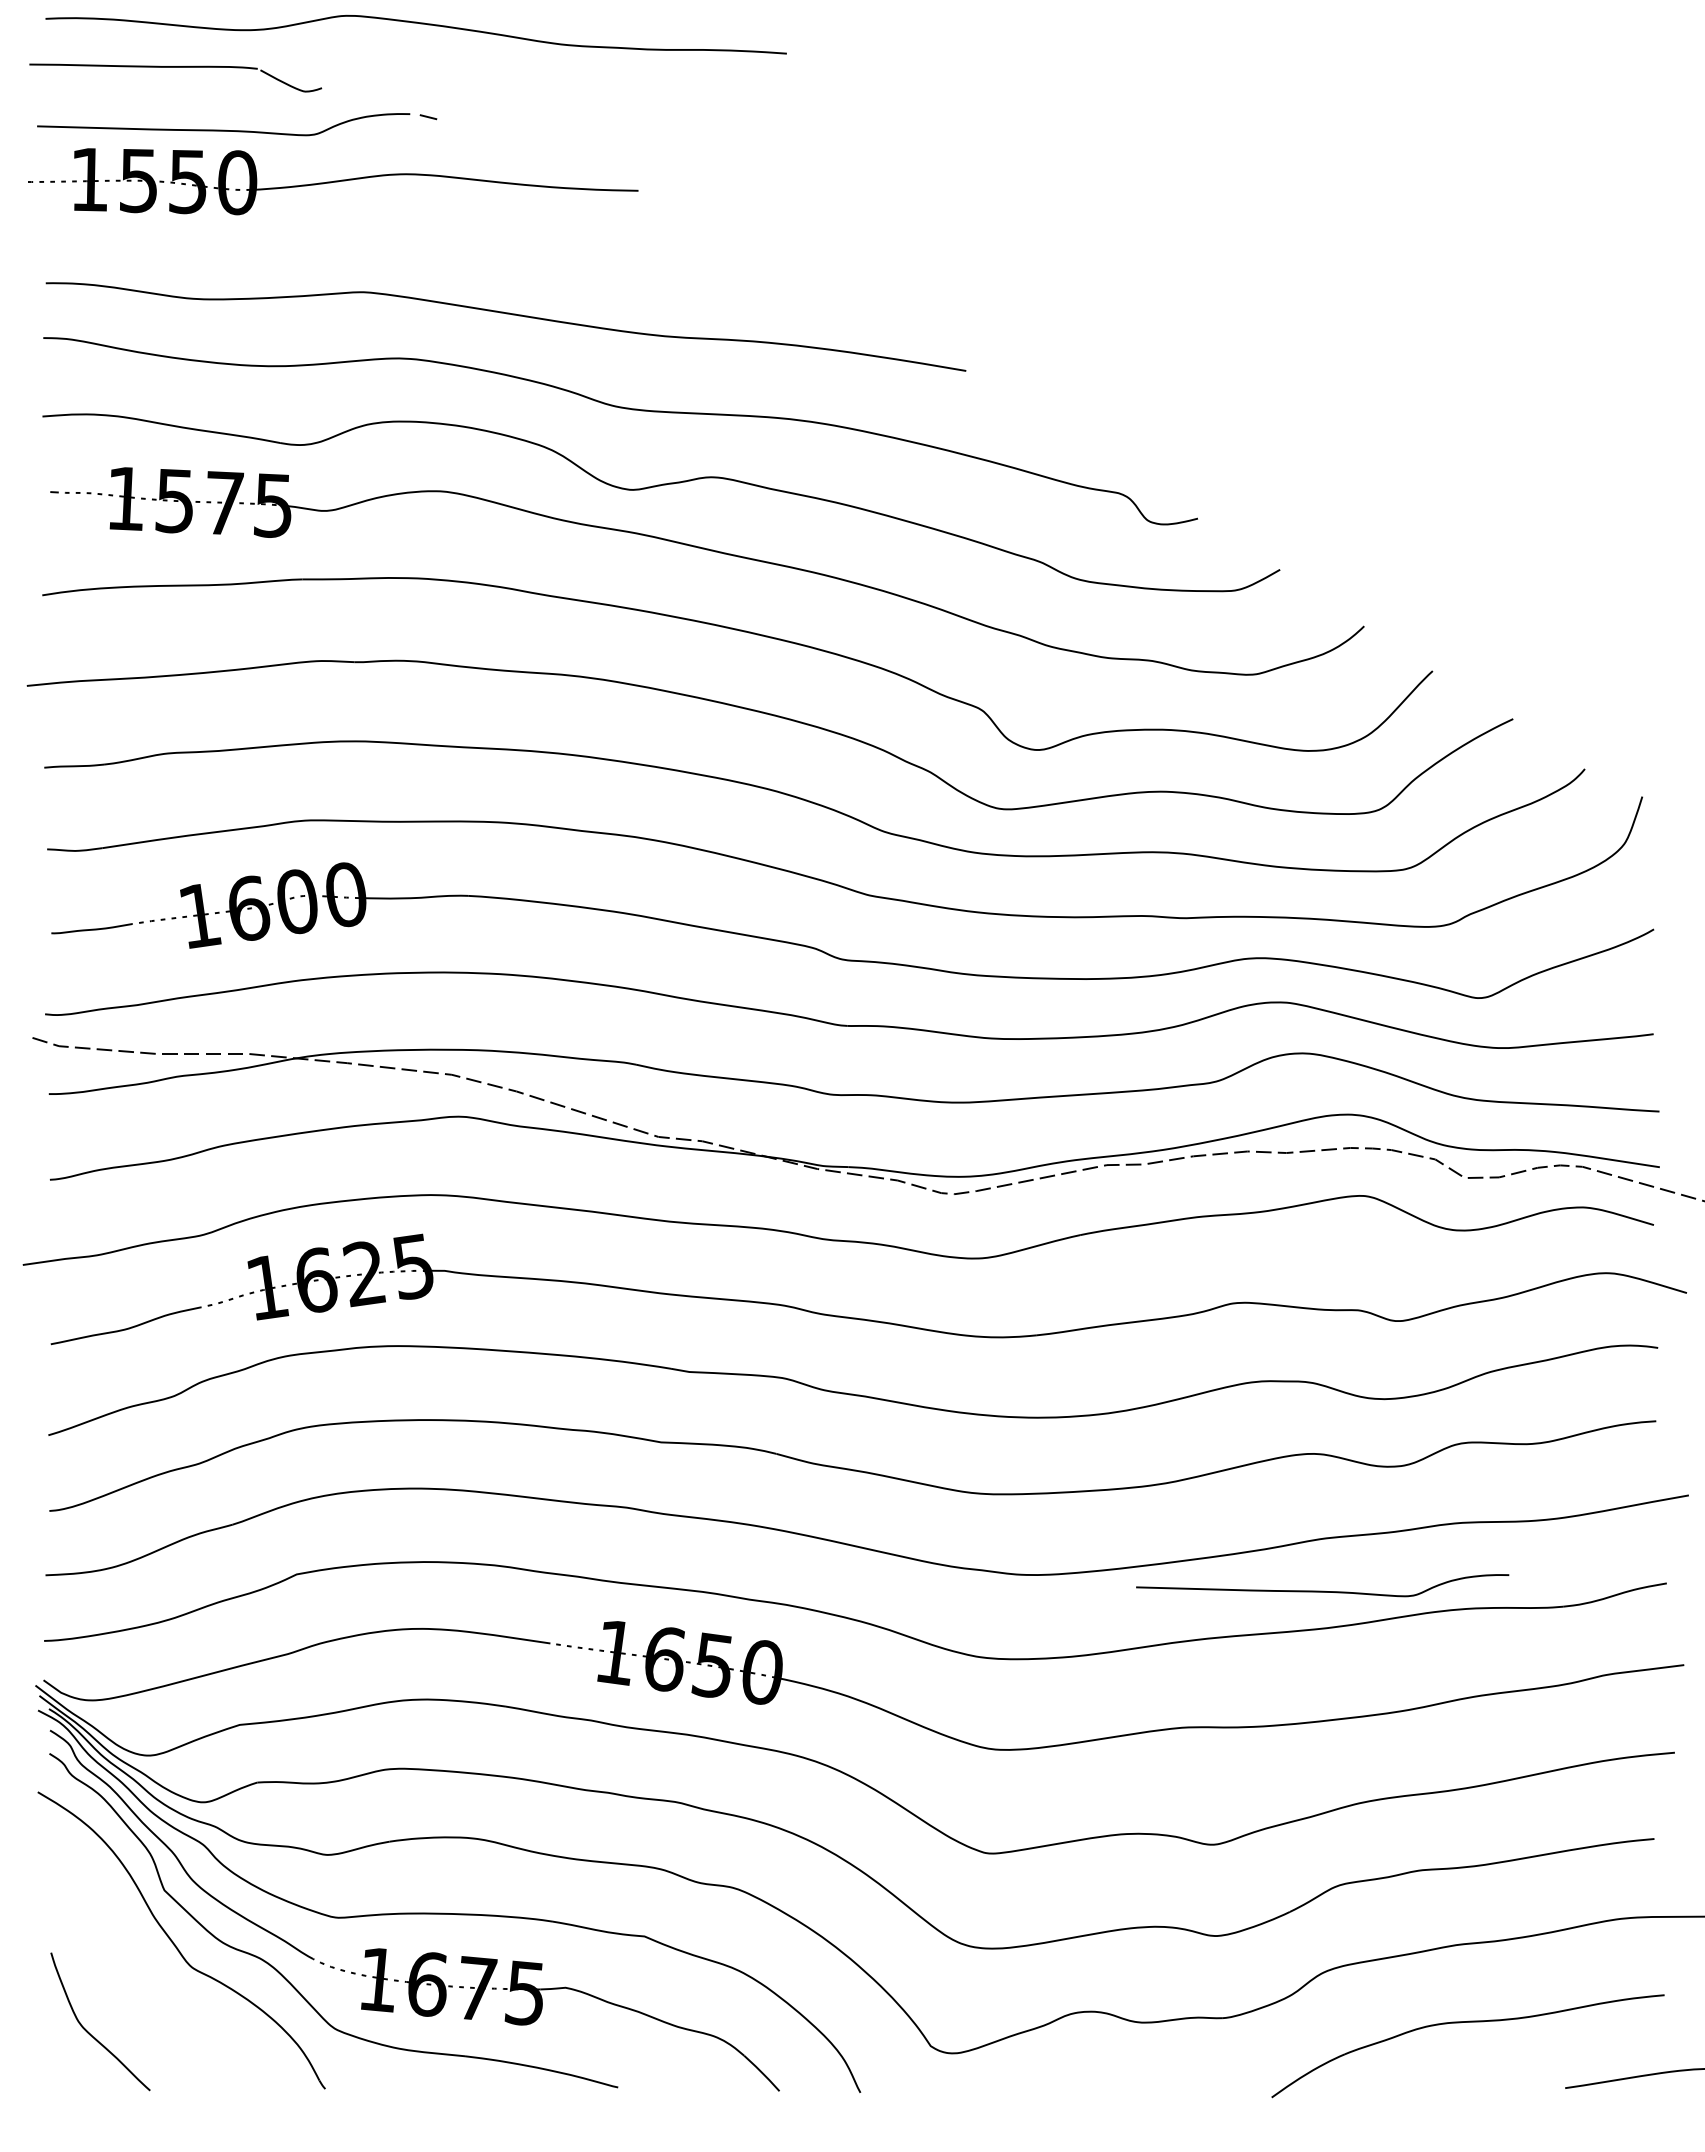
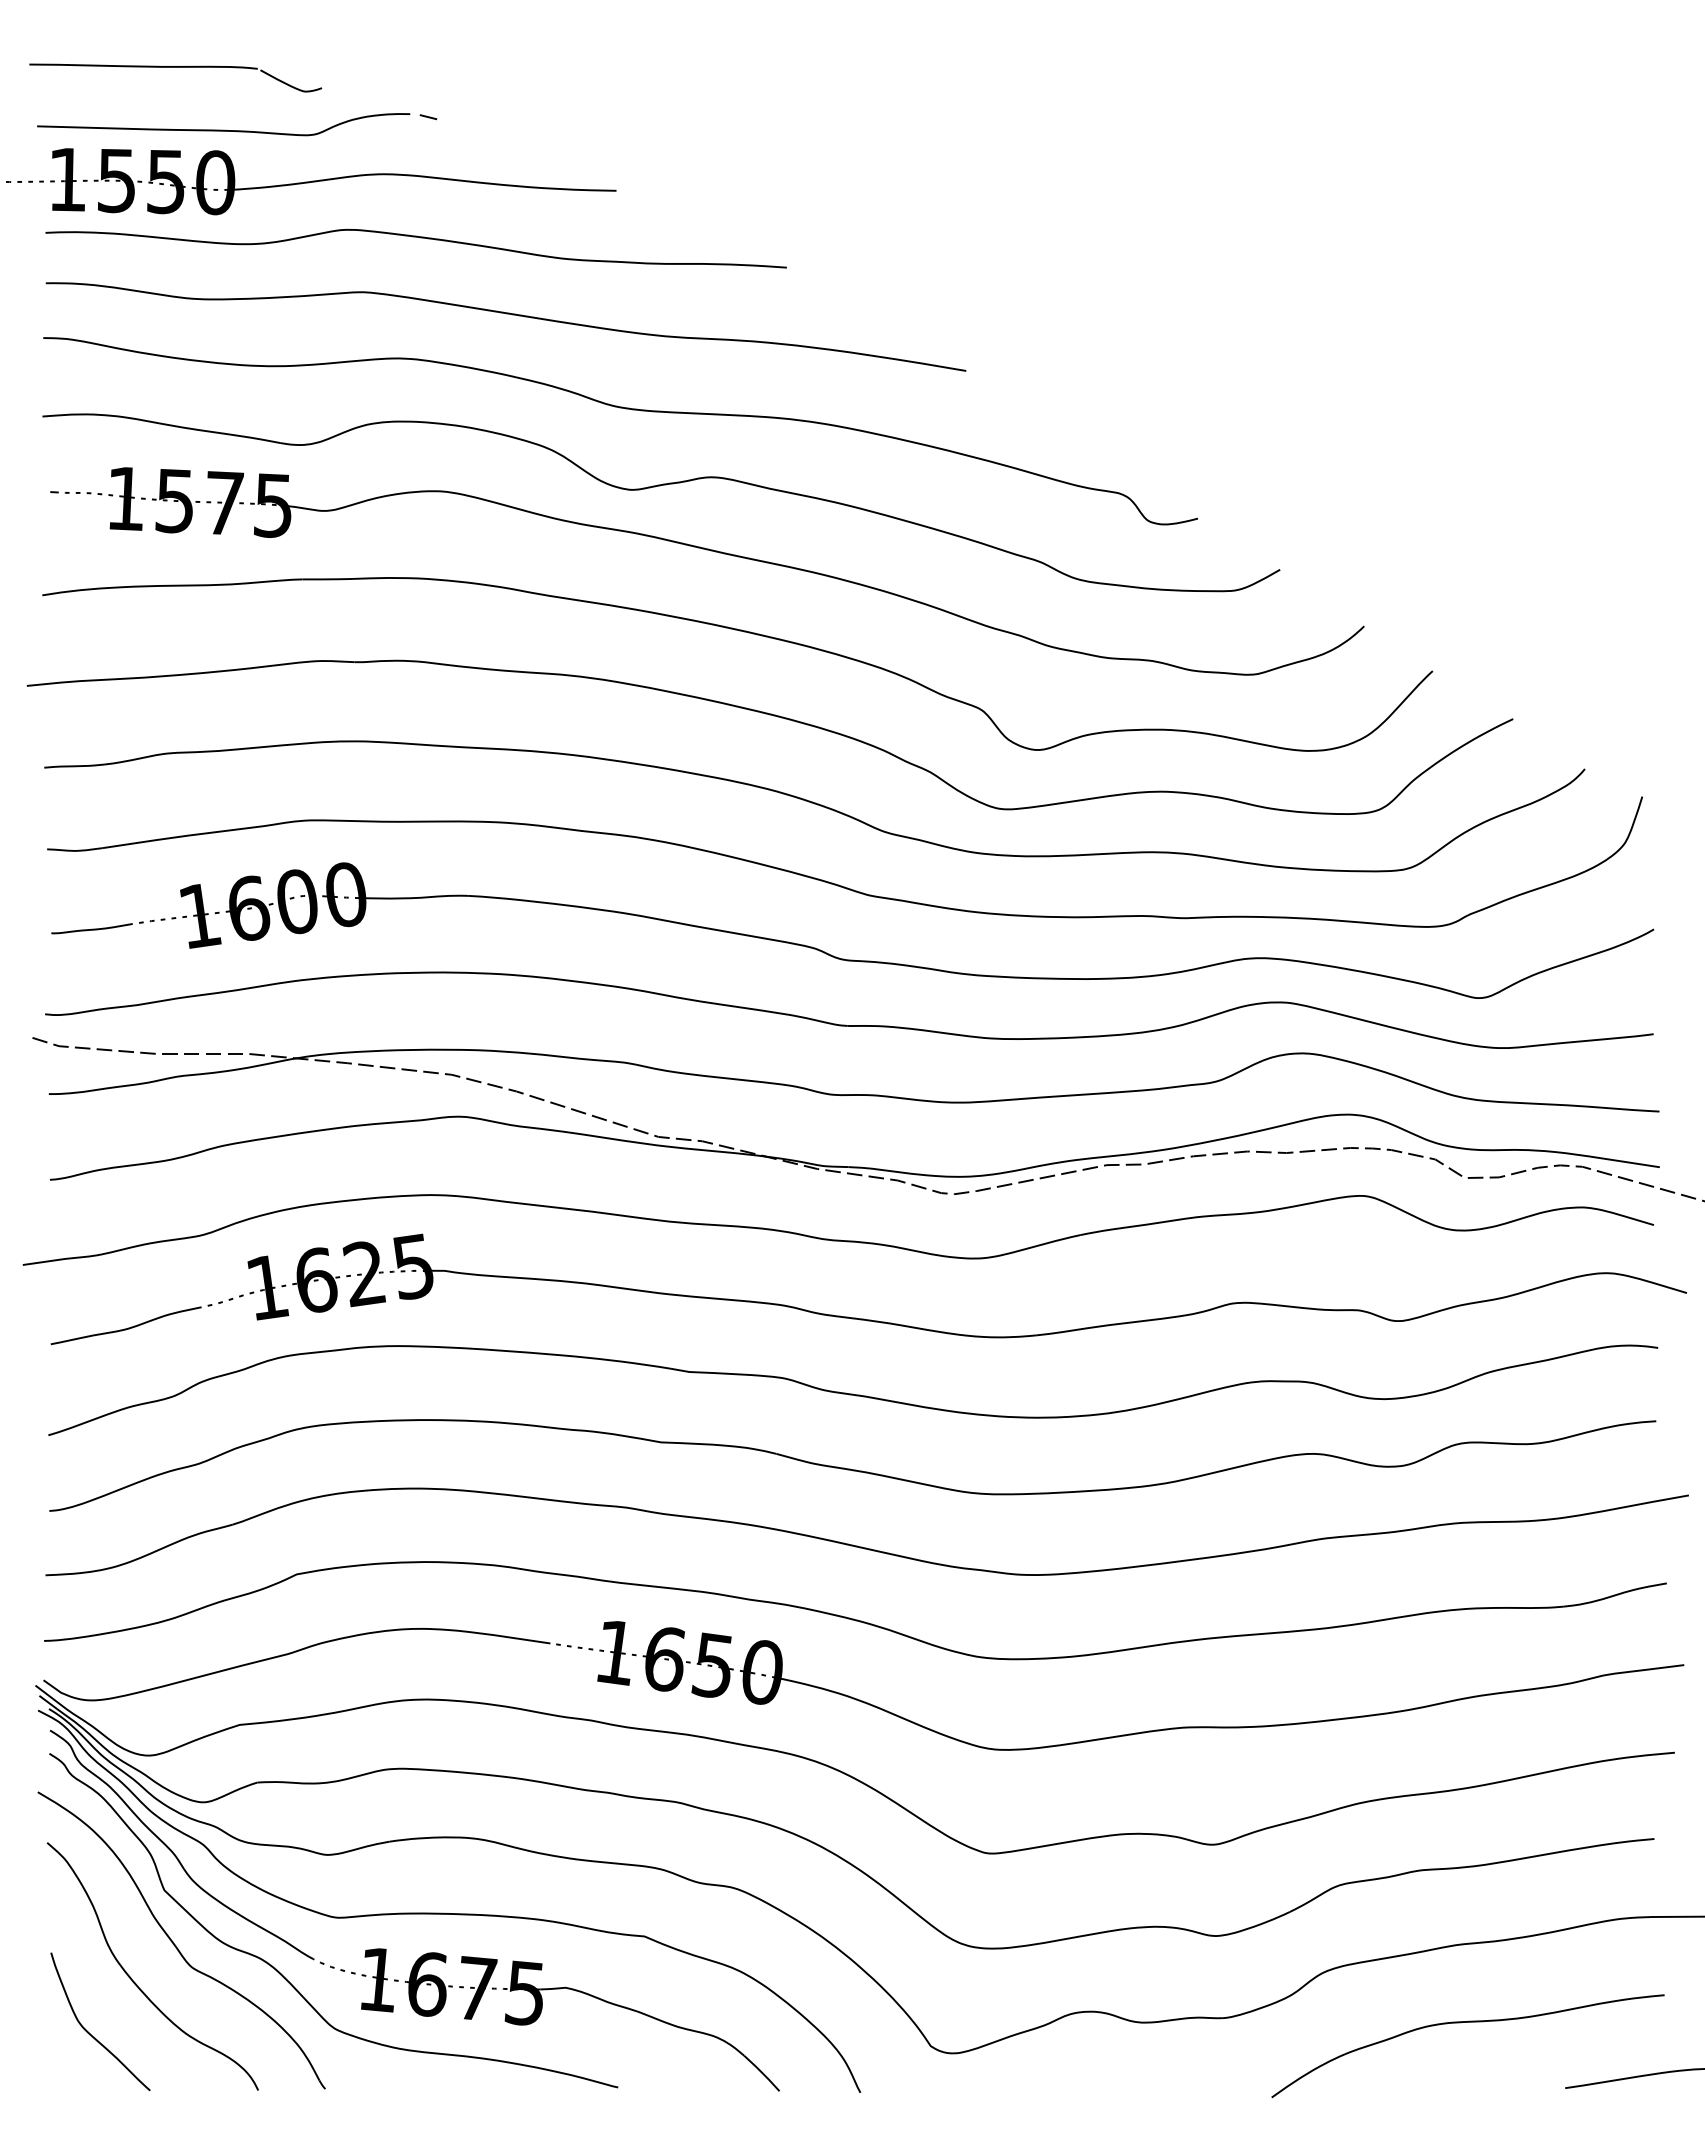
curve at (415, 23) position: (415, 23) -> (415, 237)
part at (333, 181) position: (333, 181) -> (311, 181)
curve at (1322, 1590): present -> none
curve at (135, 1982): none -> present
